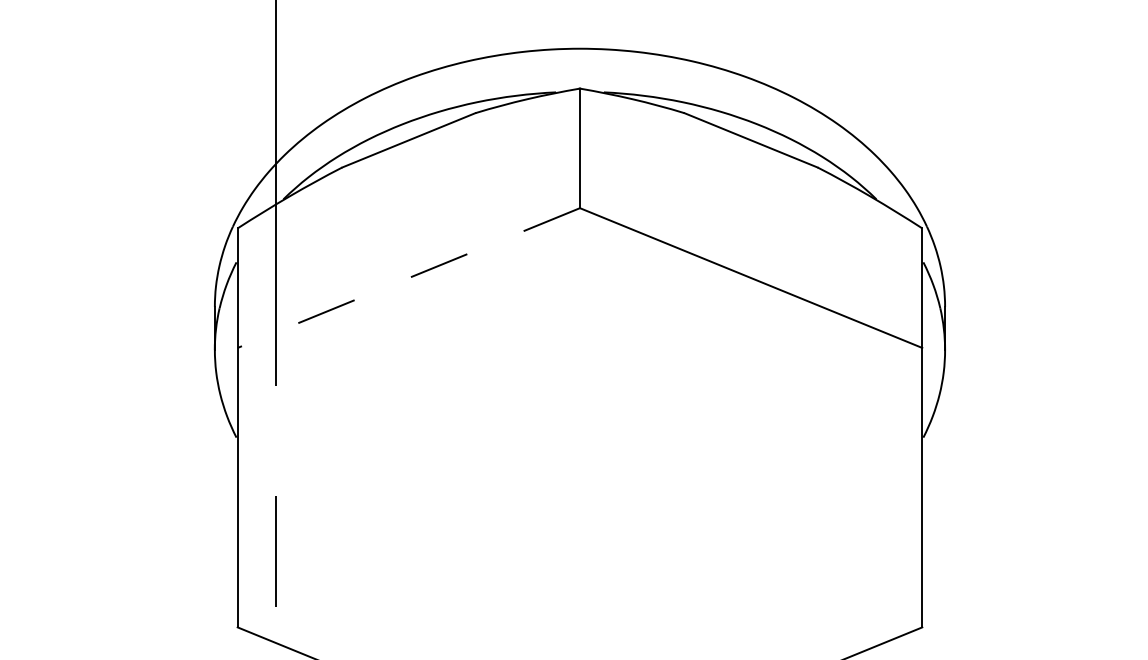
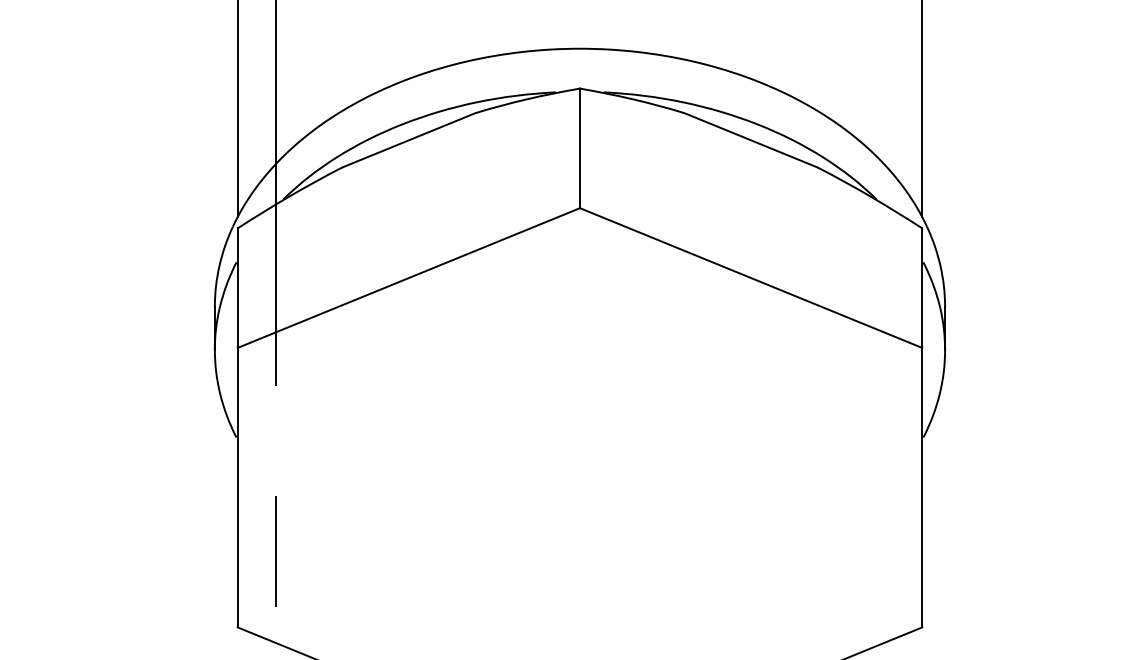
line at (237, 109): none -> present
line at (922, 109): none -> present
line at (408, 278): dashed -> solid
